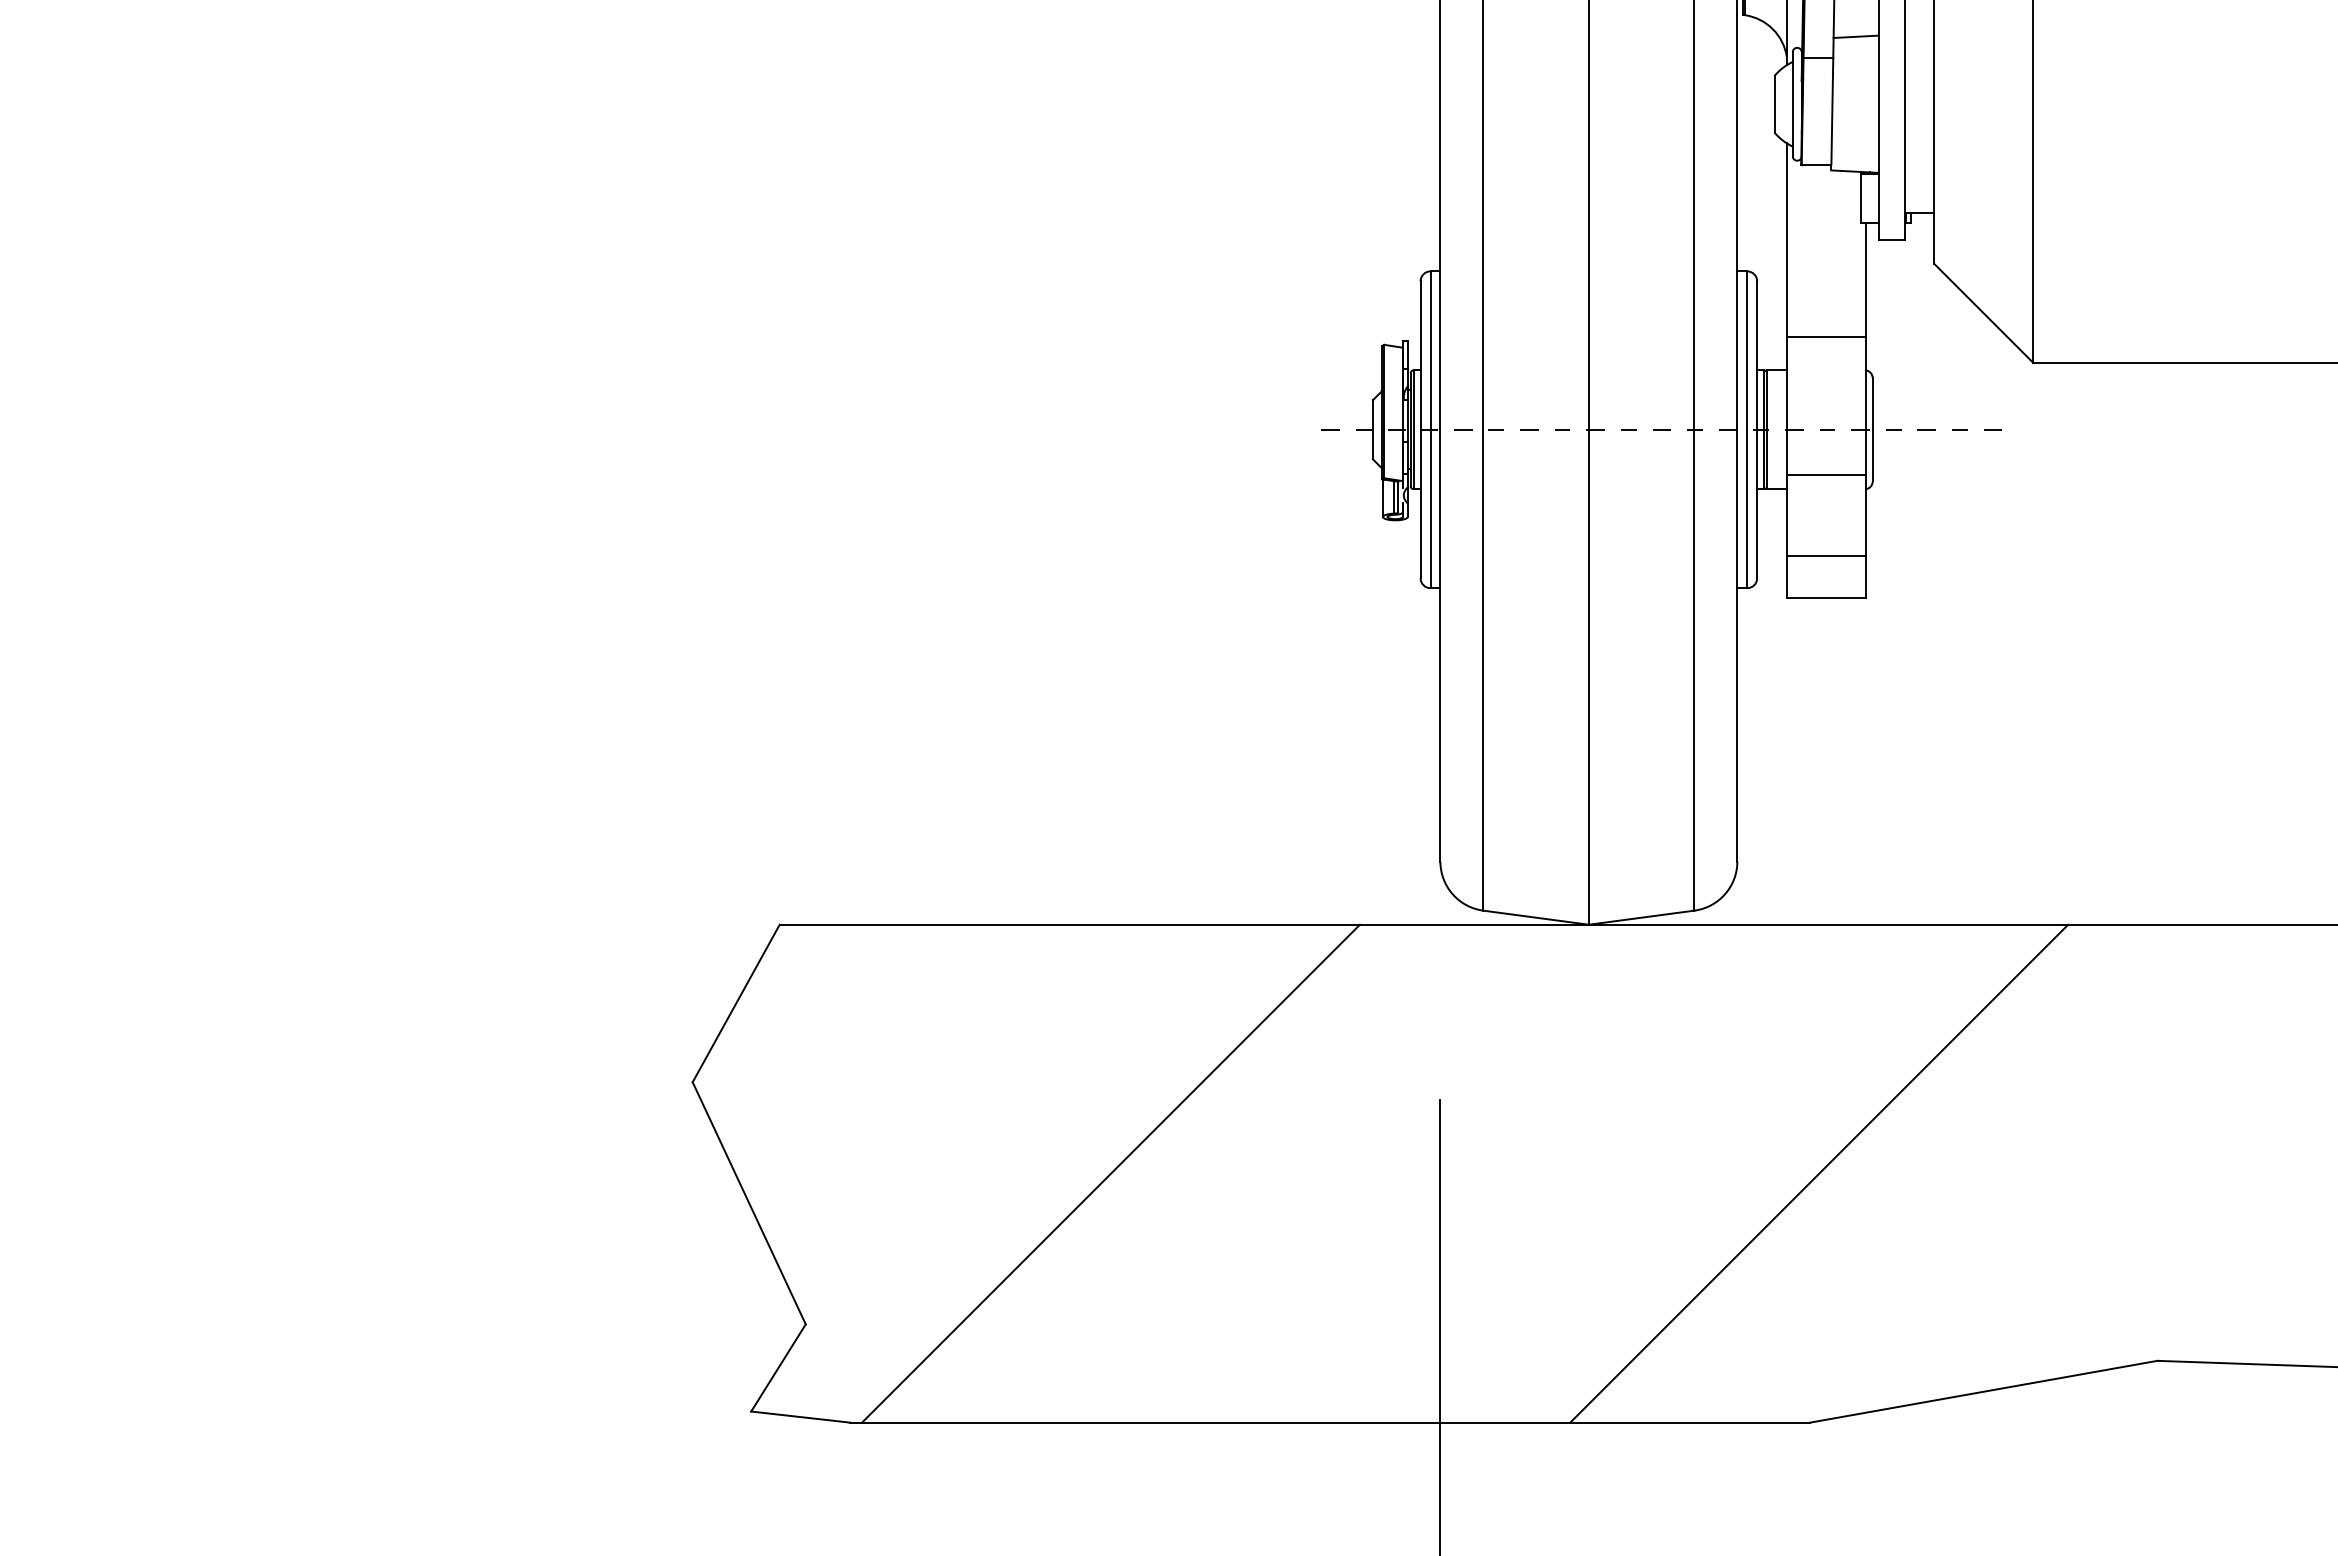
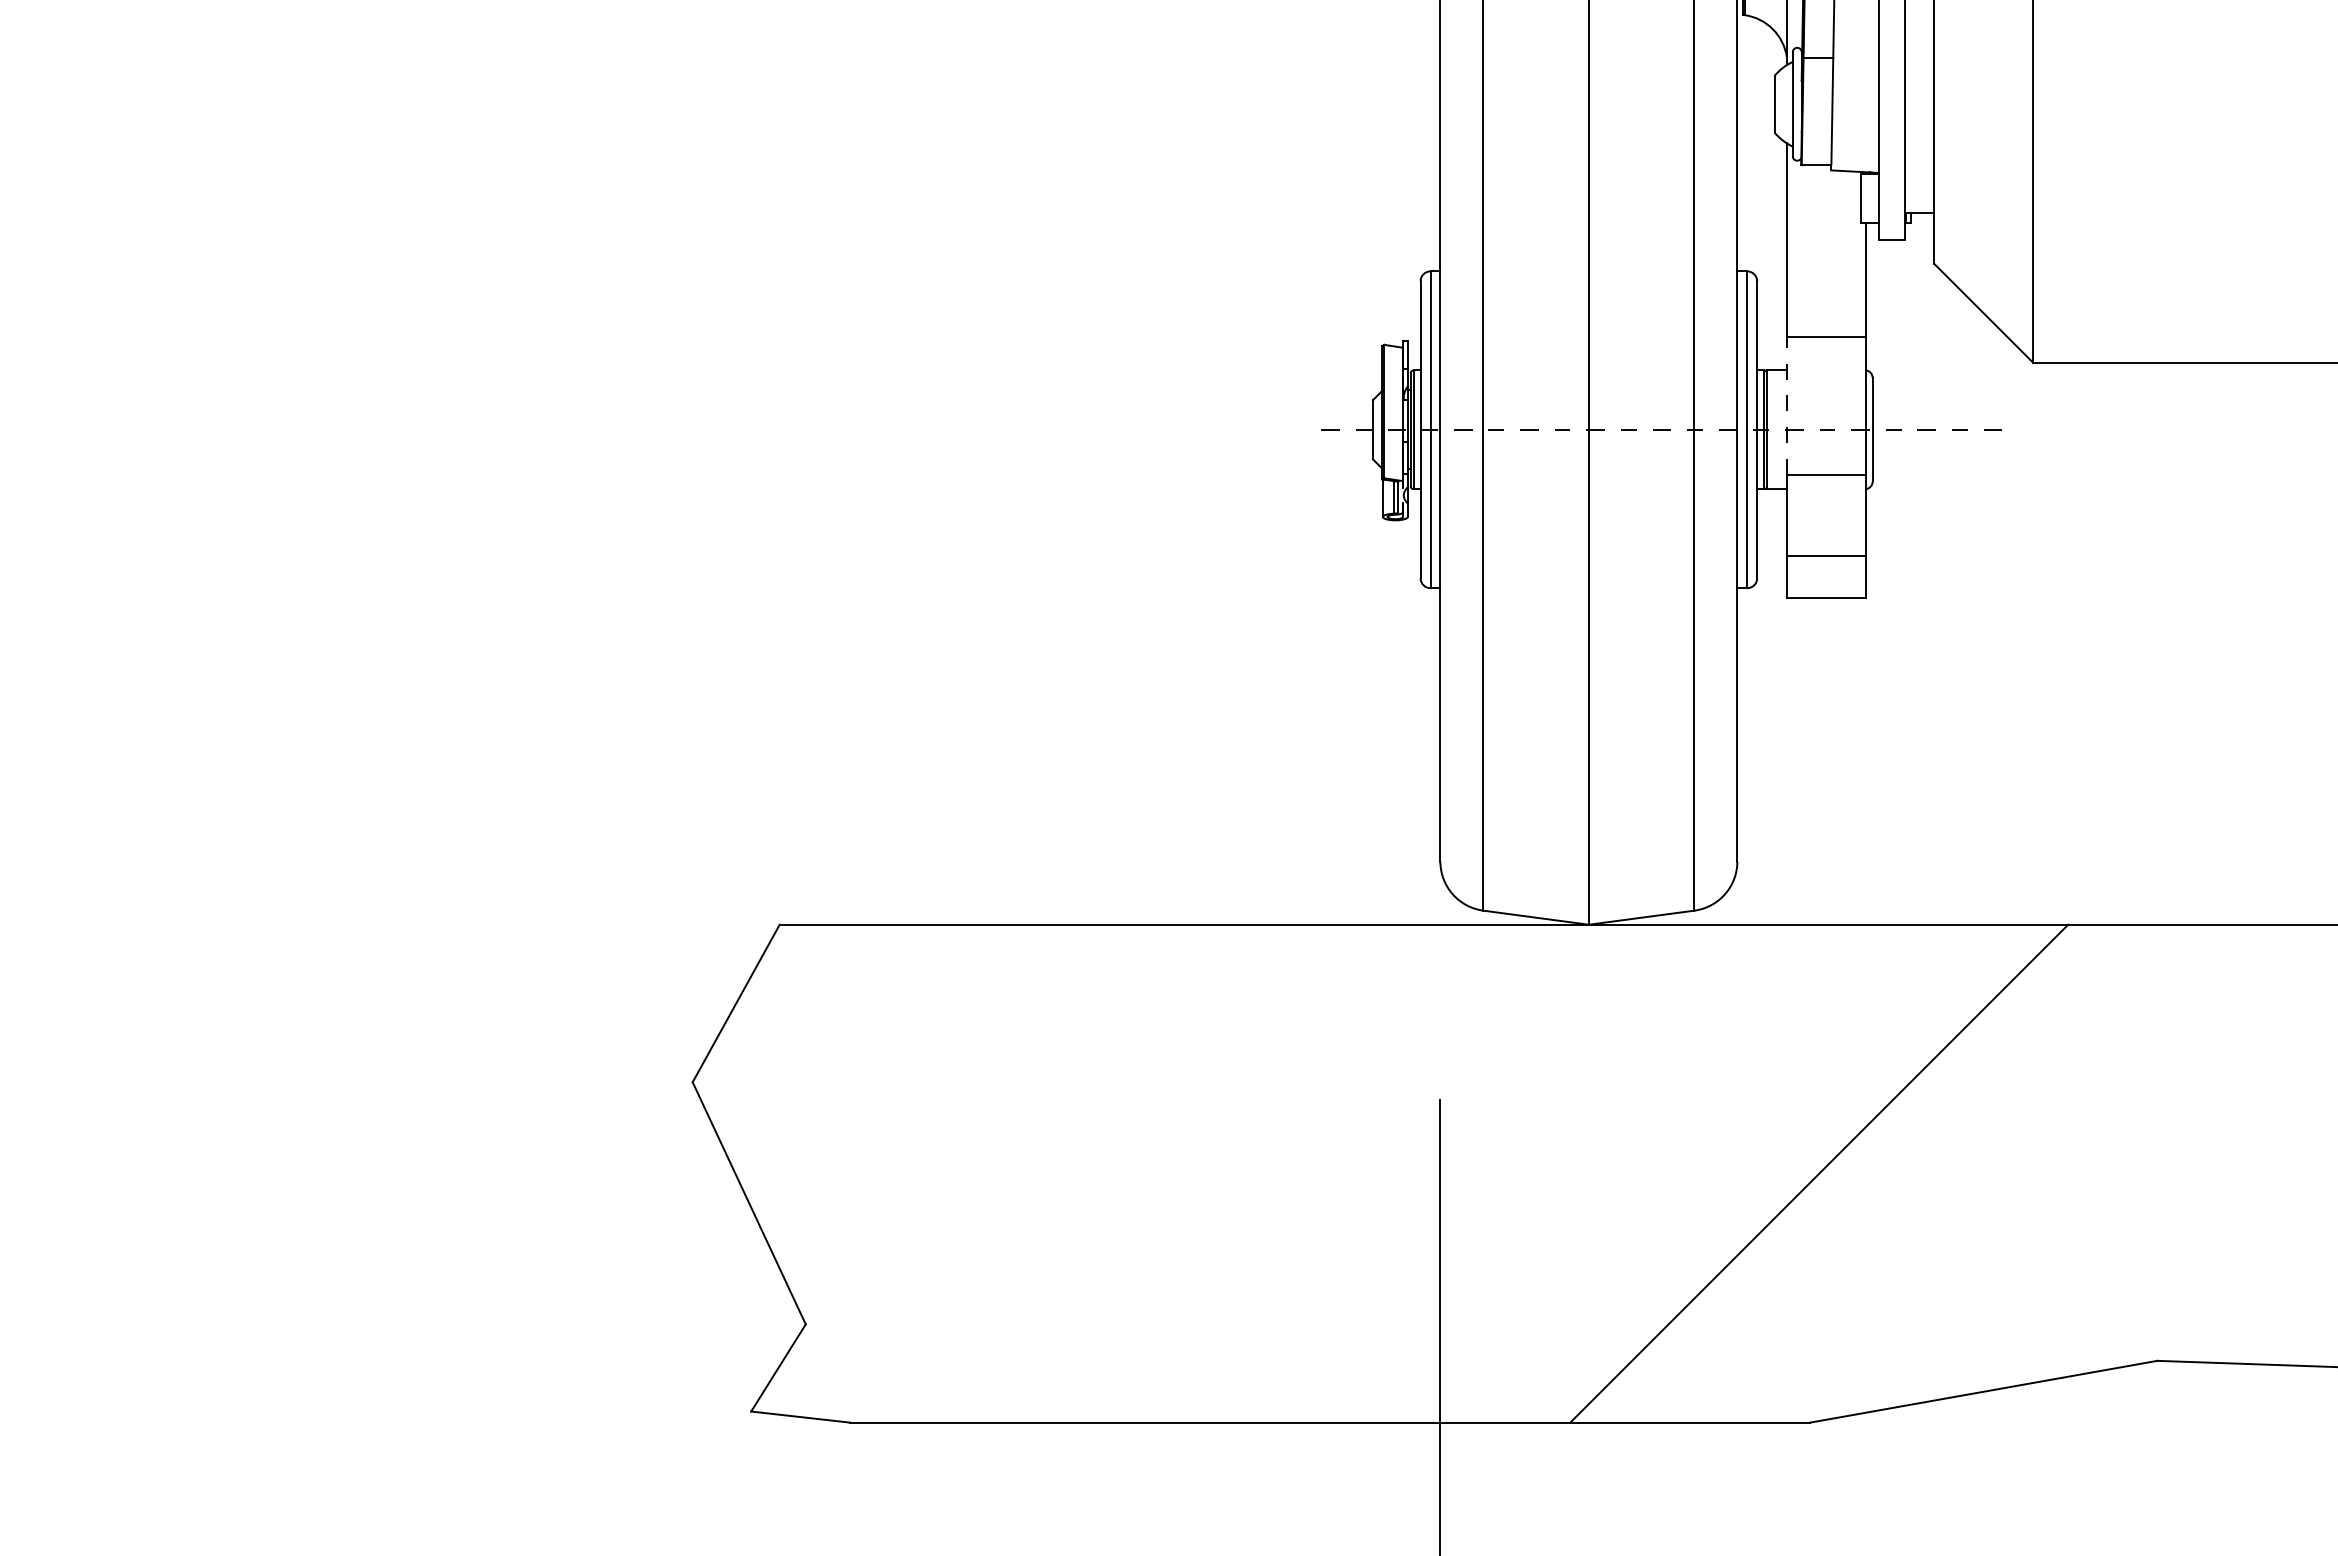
line at (1855, 36): present -> none
line at (1786, 405): solid -> dashed
line at (1110, 1173): present -> none
